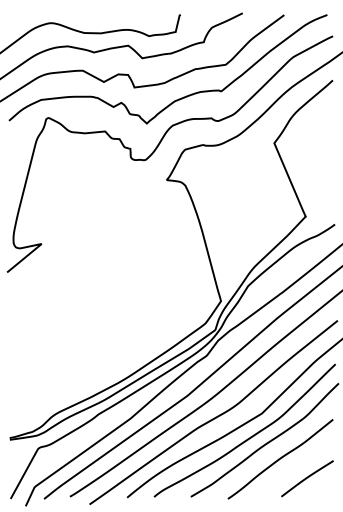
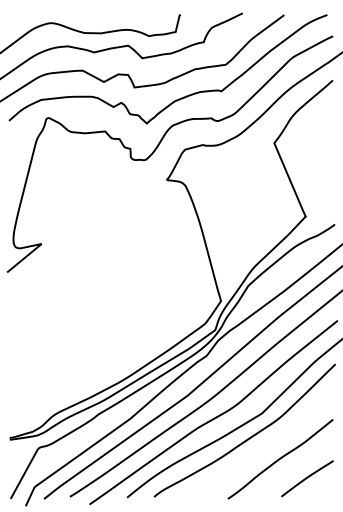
curve at (266, 442): present -> none
